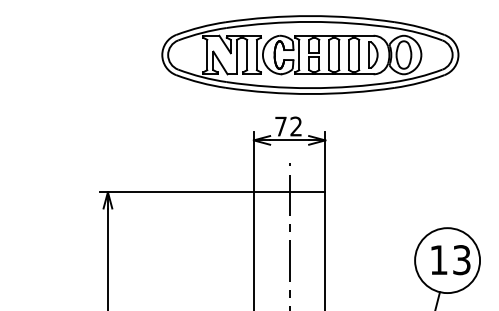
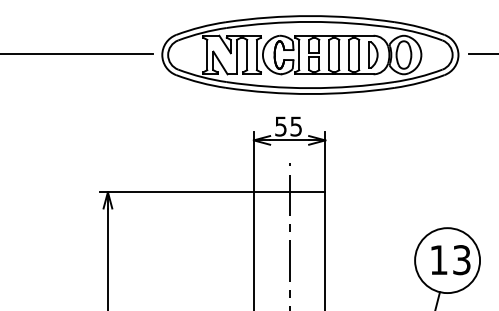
line at (77, 53): none -> present
line at (481, 53): none -> present
text at (288, 126): 72 -> 55
